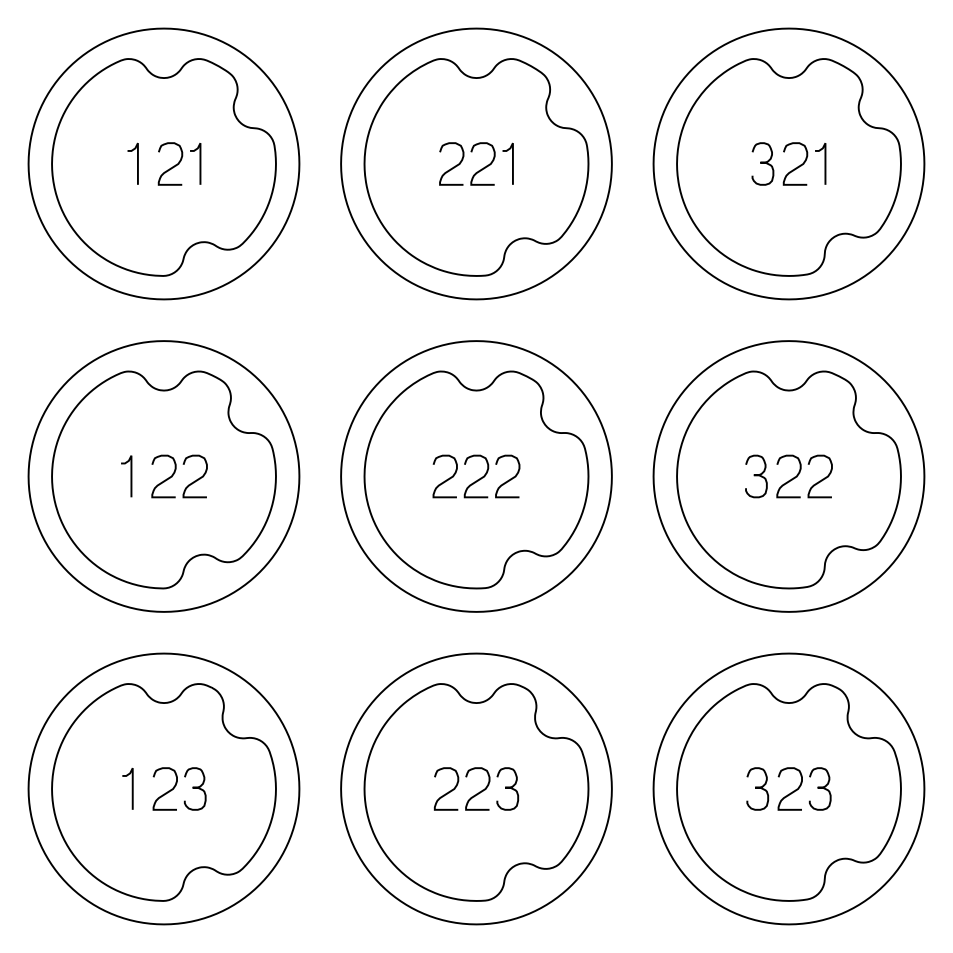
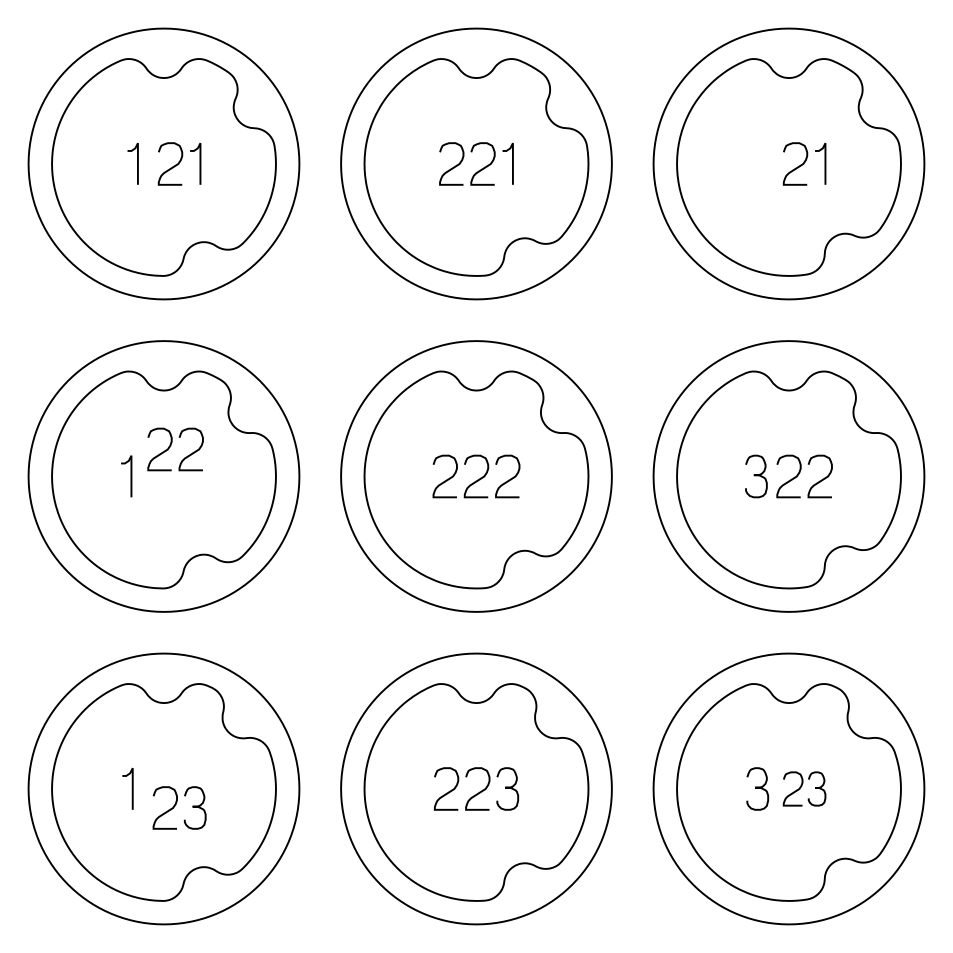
curve at (762, 163): present -> none
part at (179, 476) position: (179, 476) -> (175, 449)
part at (179, 788) position: (179, 788) -> (179, 807)
part at (804, 788) size: 55x44 px -> 45x36 px
